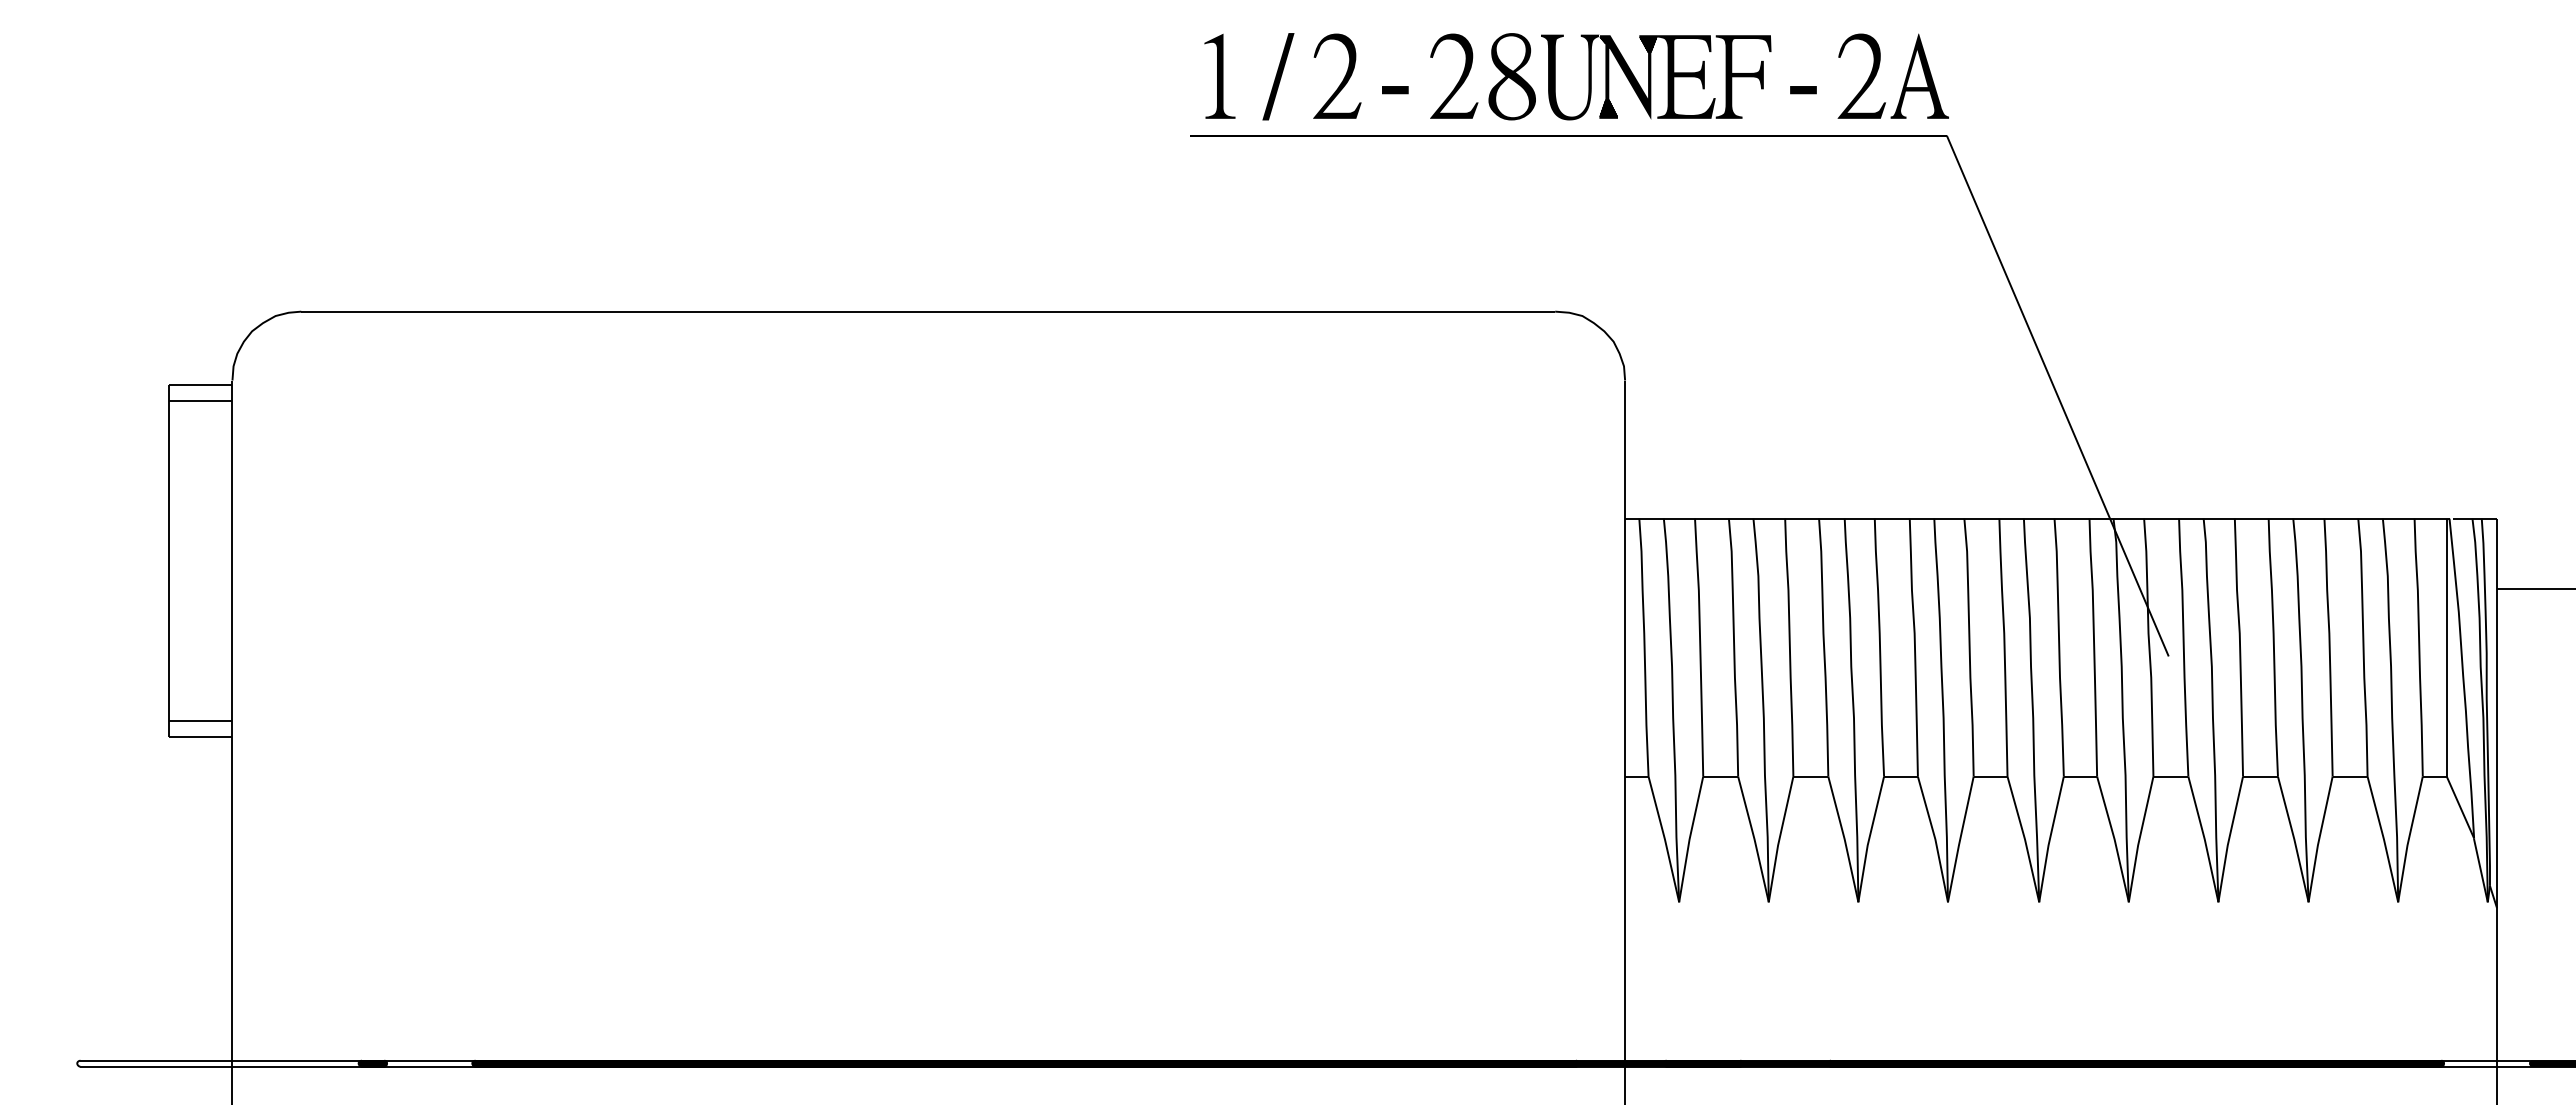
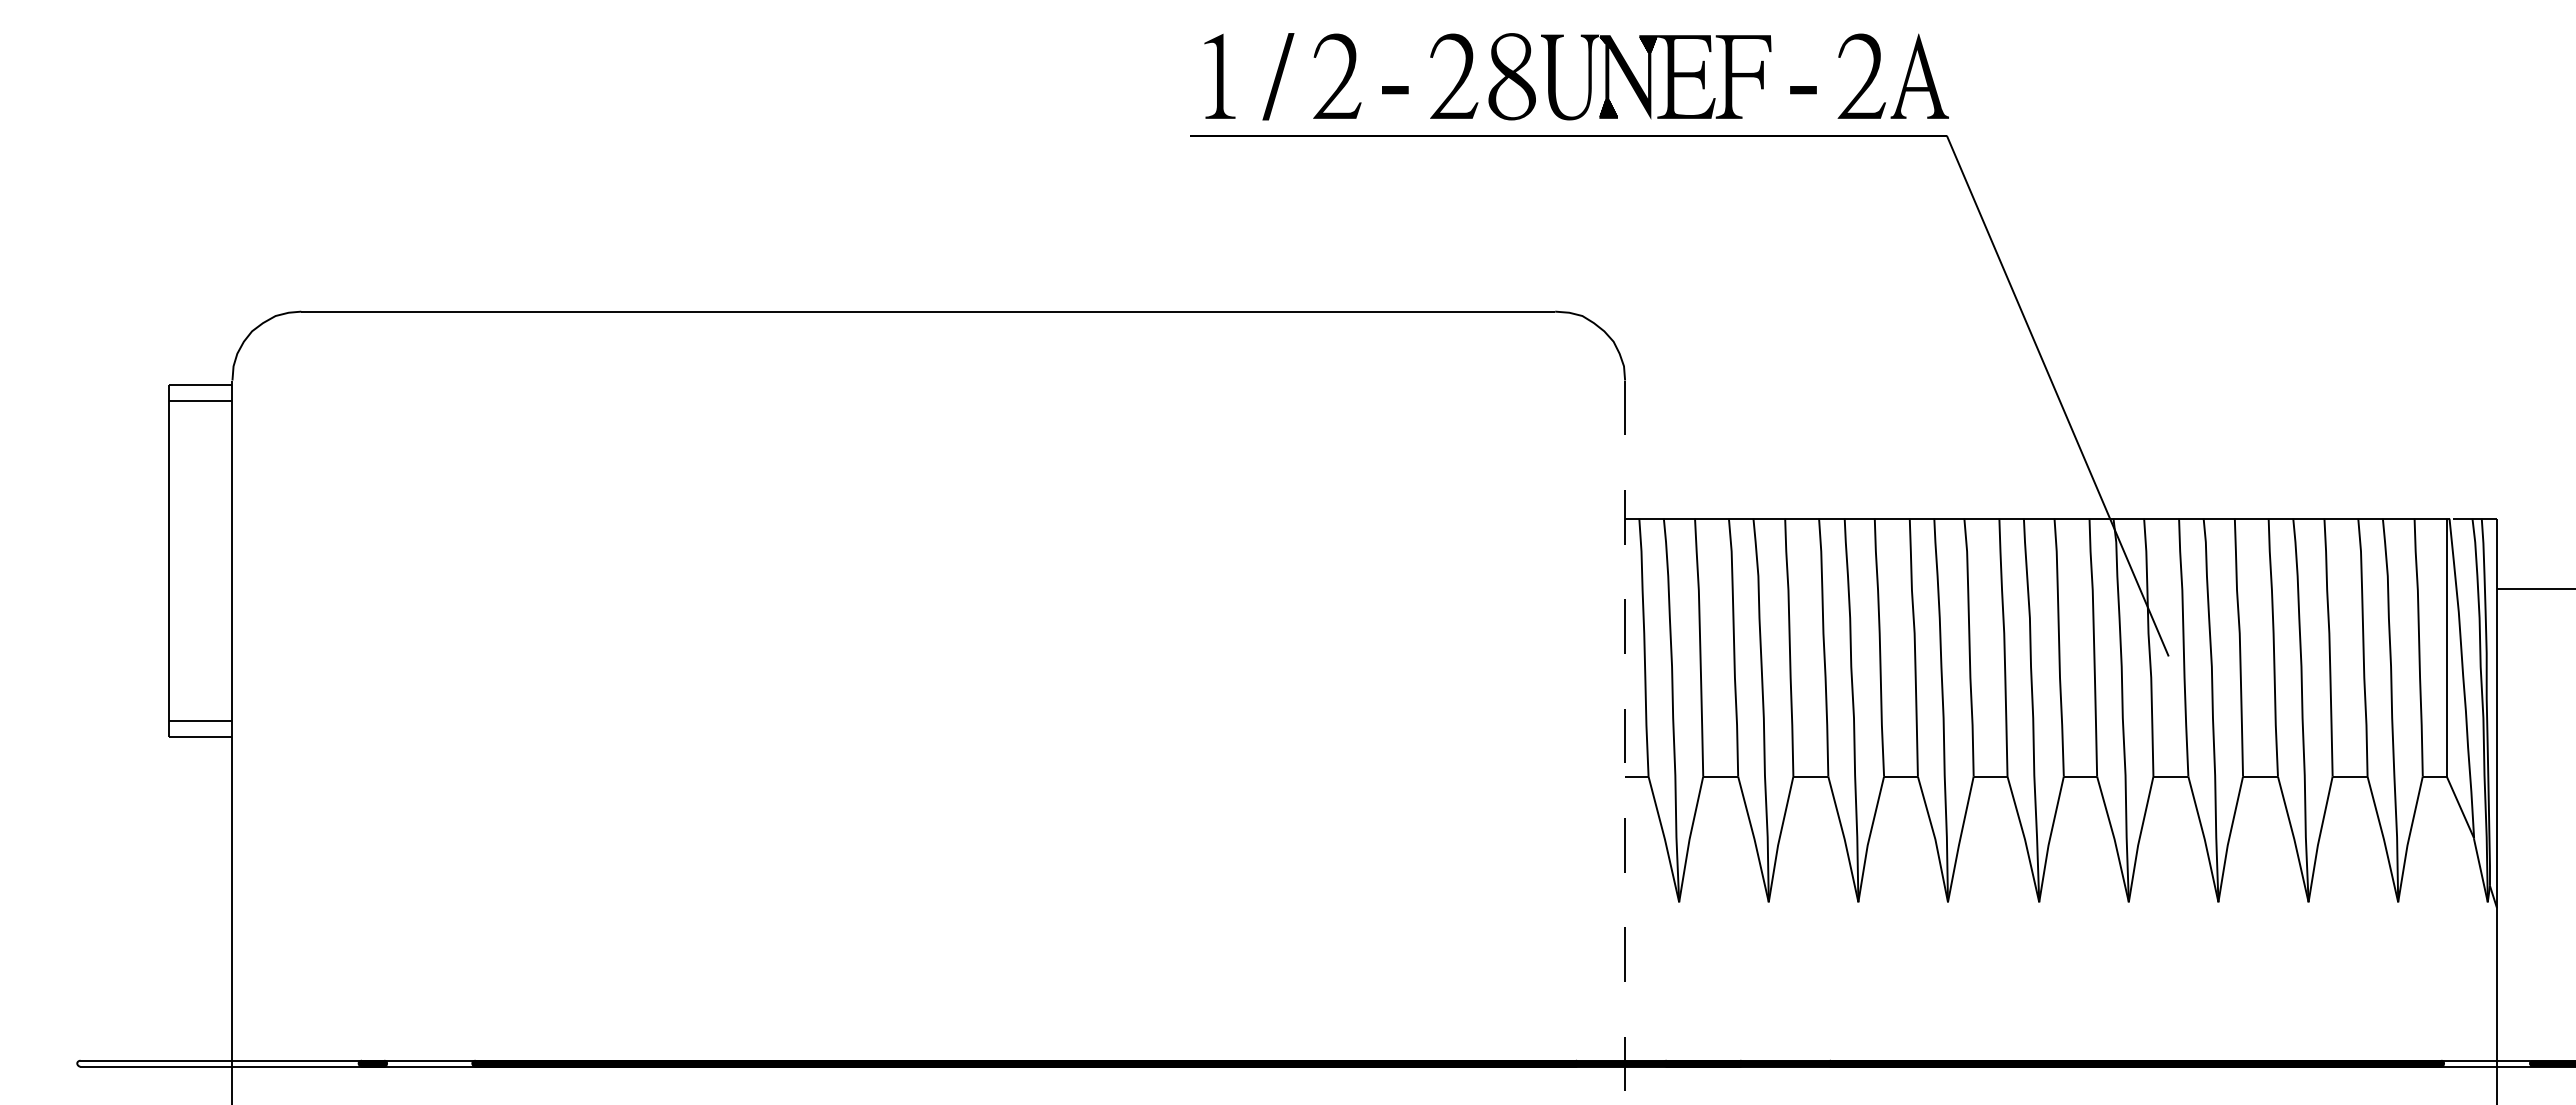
line at (1625, 742): solid -> dashed
